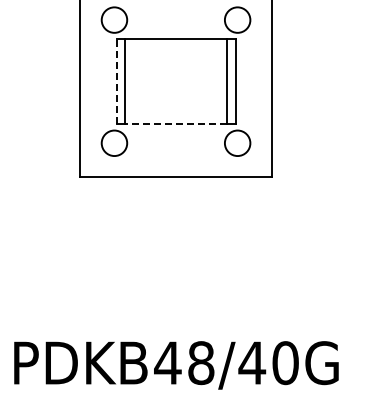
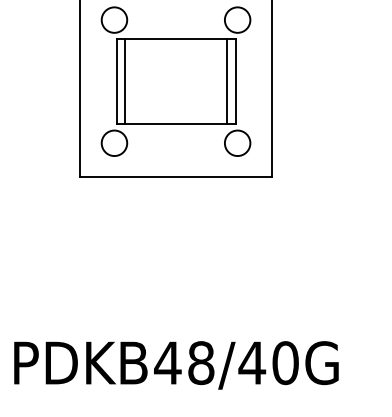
line at (116, 81): dashed -> solid
line at (176, 124): dashed -> solid
